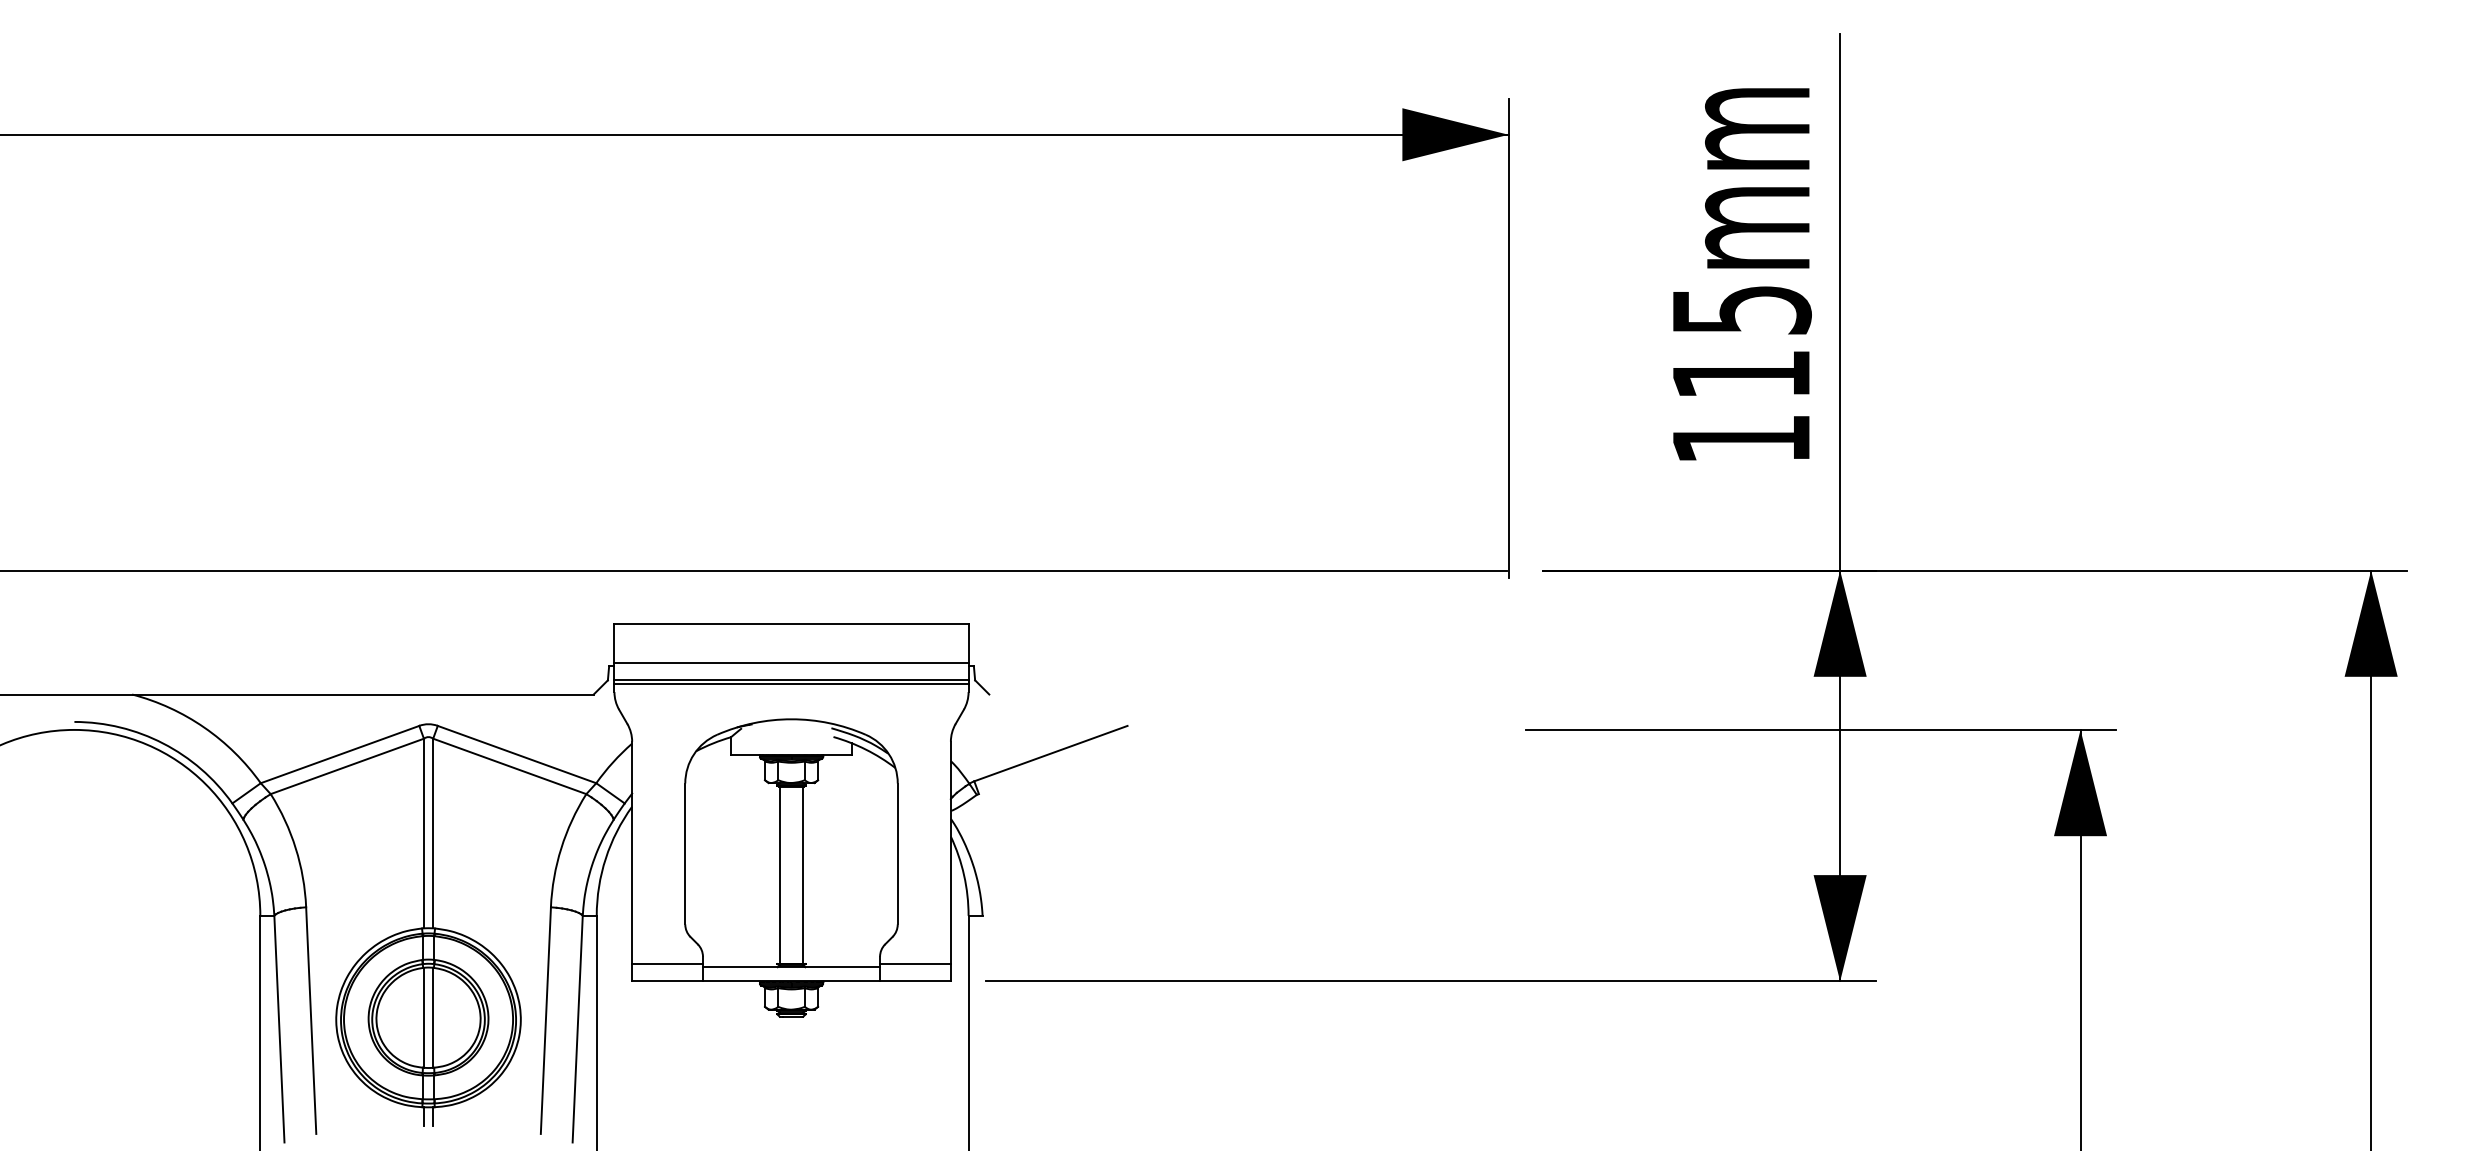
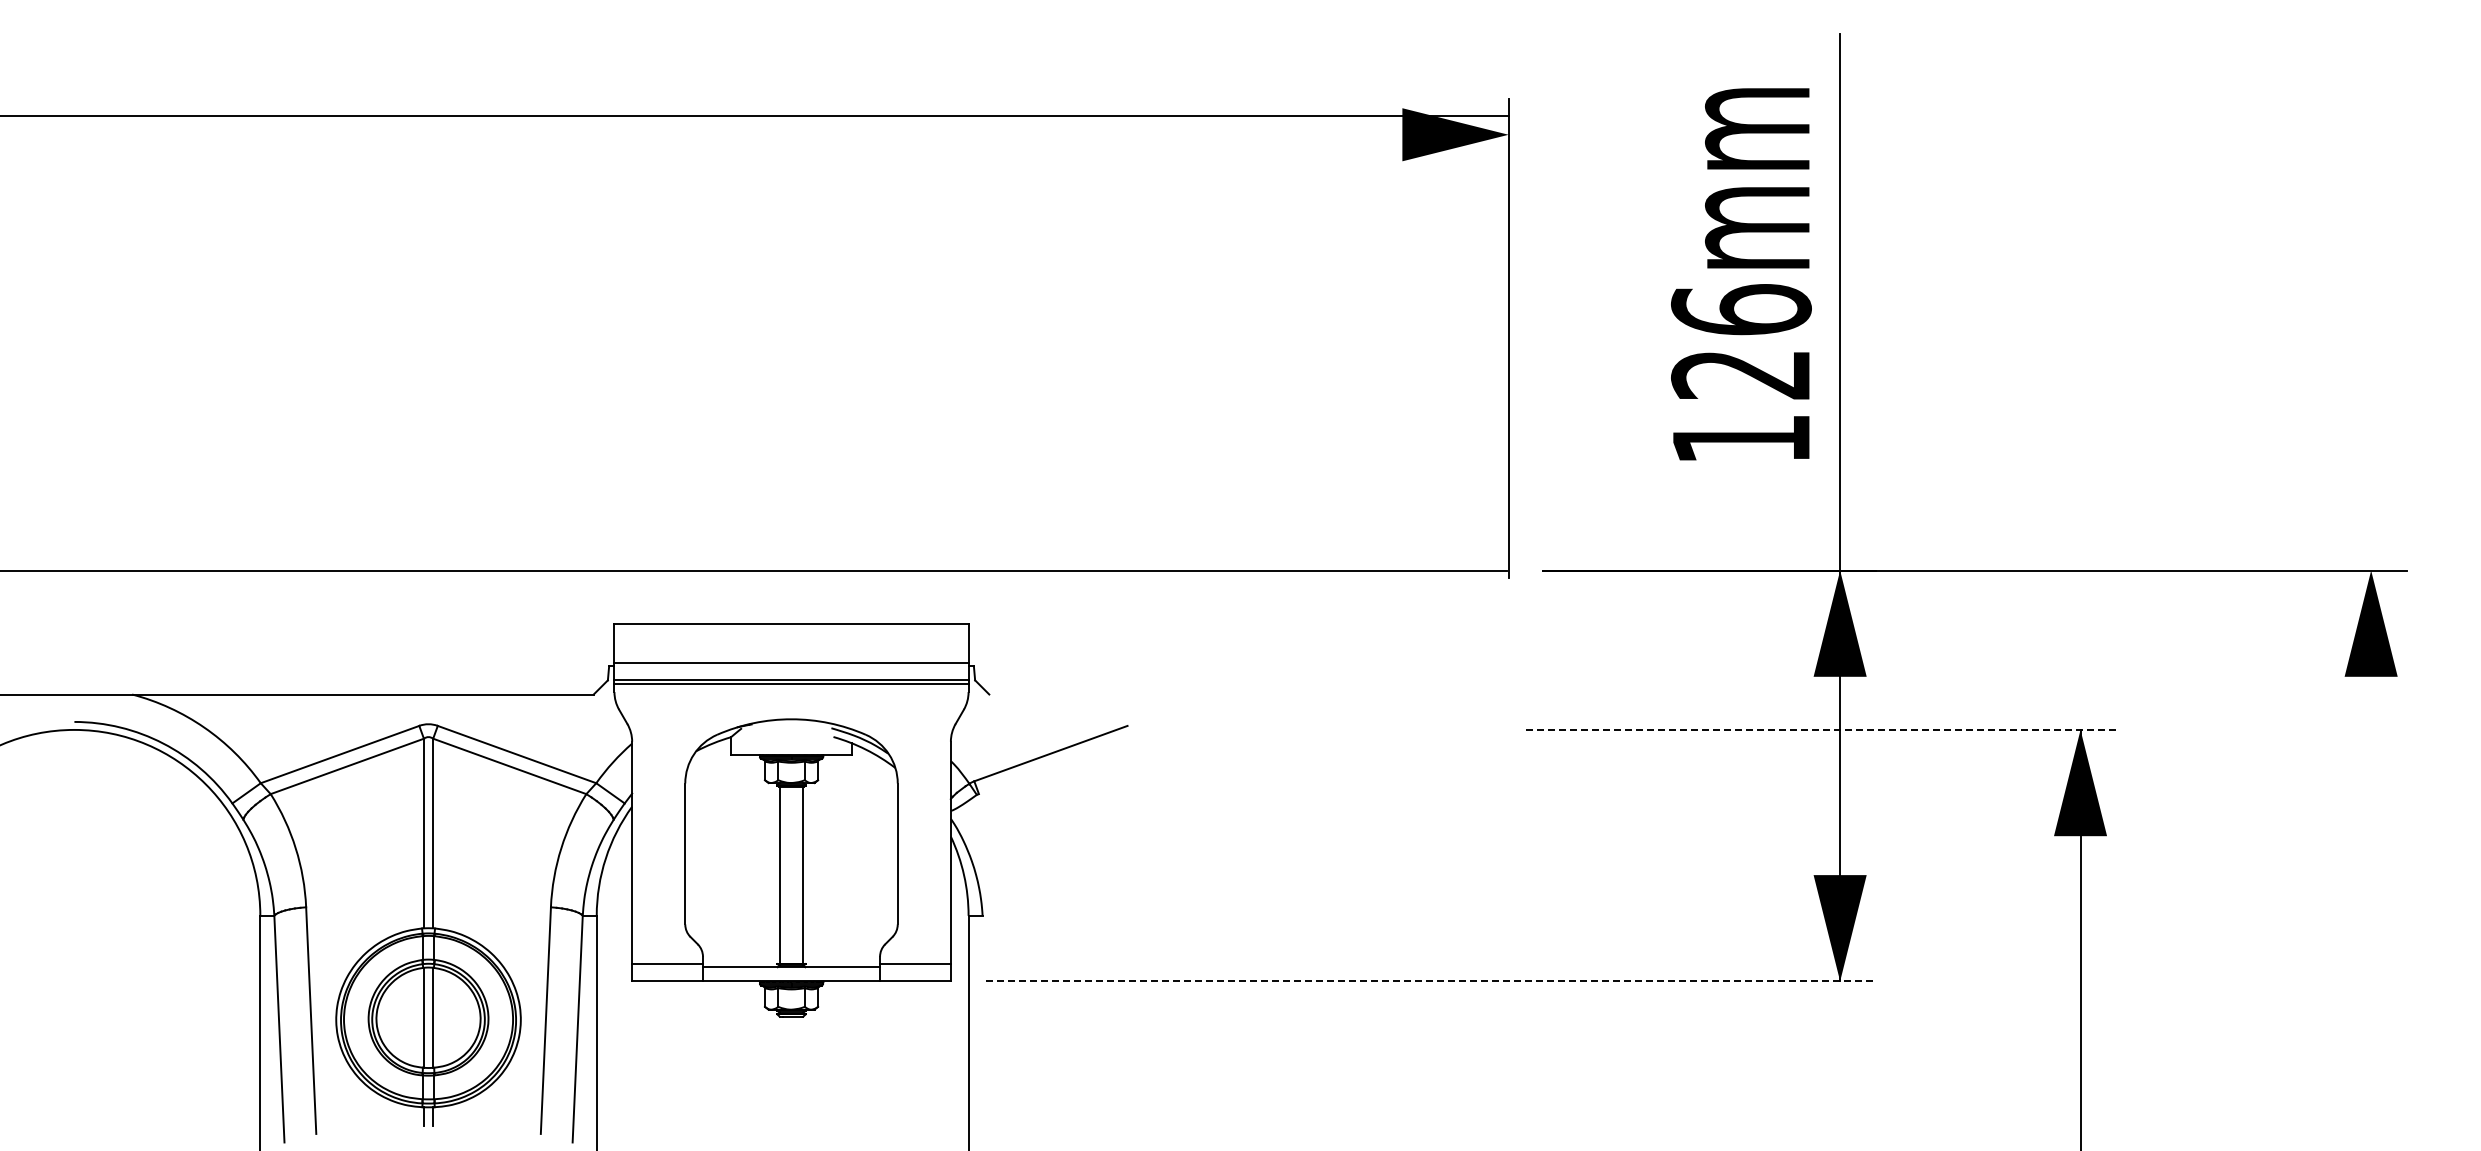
line at (755, 134) position: (755, 134) -> (755, 115)
text at (1741, 341): 115mm -> 126mm
line at (1821, 729): solid -> dashed
line at (2371, 858): present -> none
line at (1430, 981): solid -> dashed
